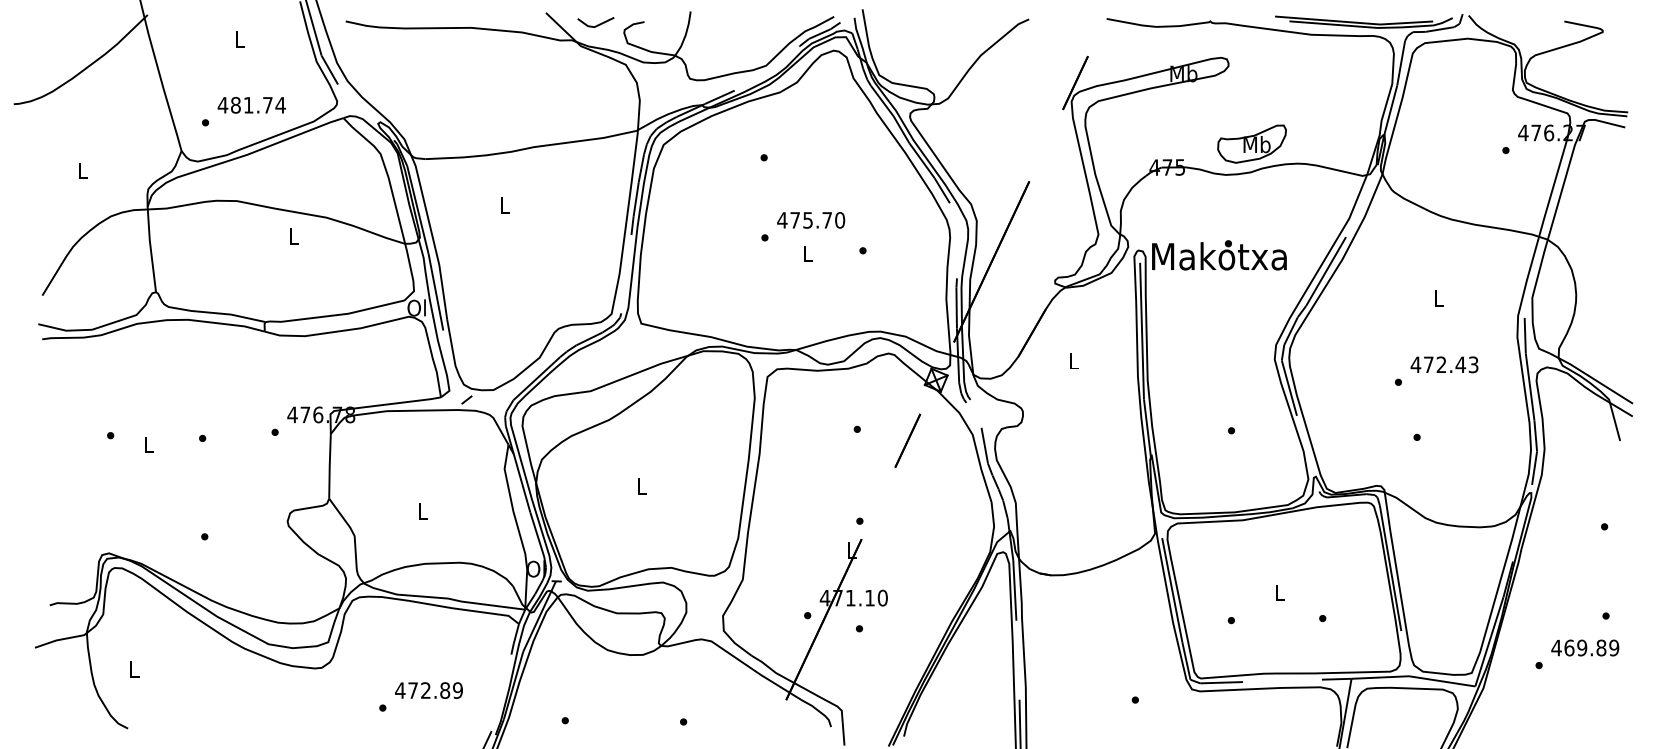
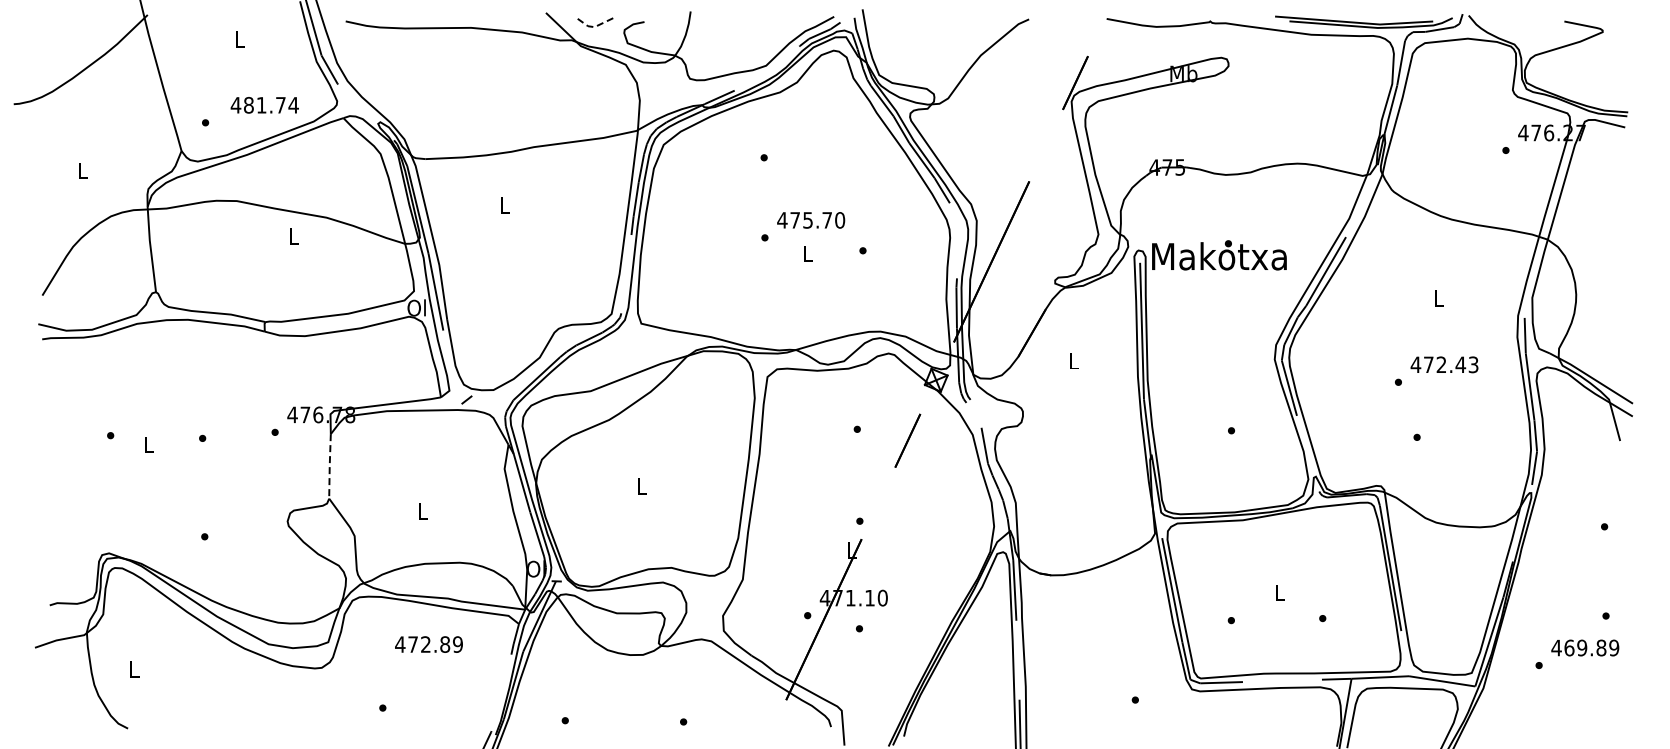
line at (594, 27): solid -> dashed
text at (251, 105) position: (251, 105) -> (264, 105)
part at (1251, 143): present -> none
line at (329, 465): solid -> dashed
text at (428, 690) position: (428, 690) -> (428, 644)
